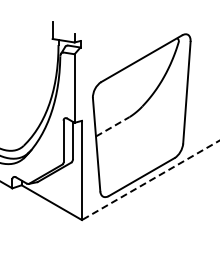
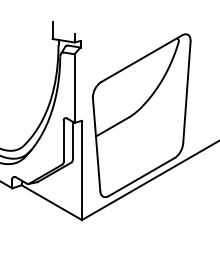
line at (113, 126): dashed -> solid
line at (150, 180): dashed -> solid
